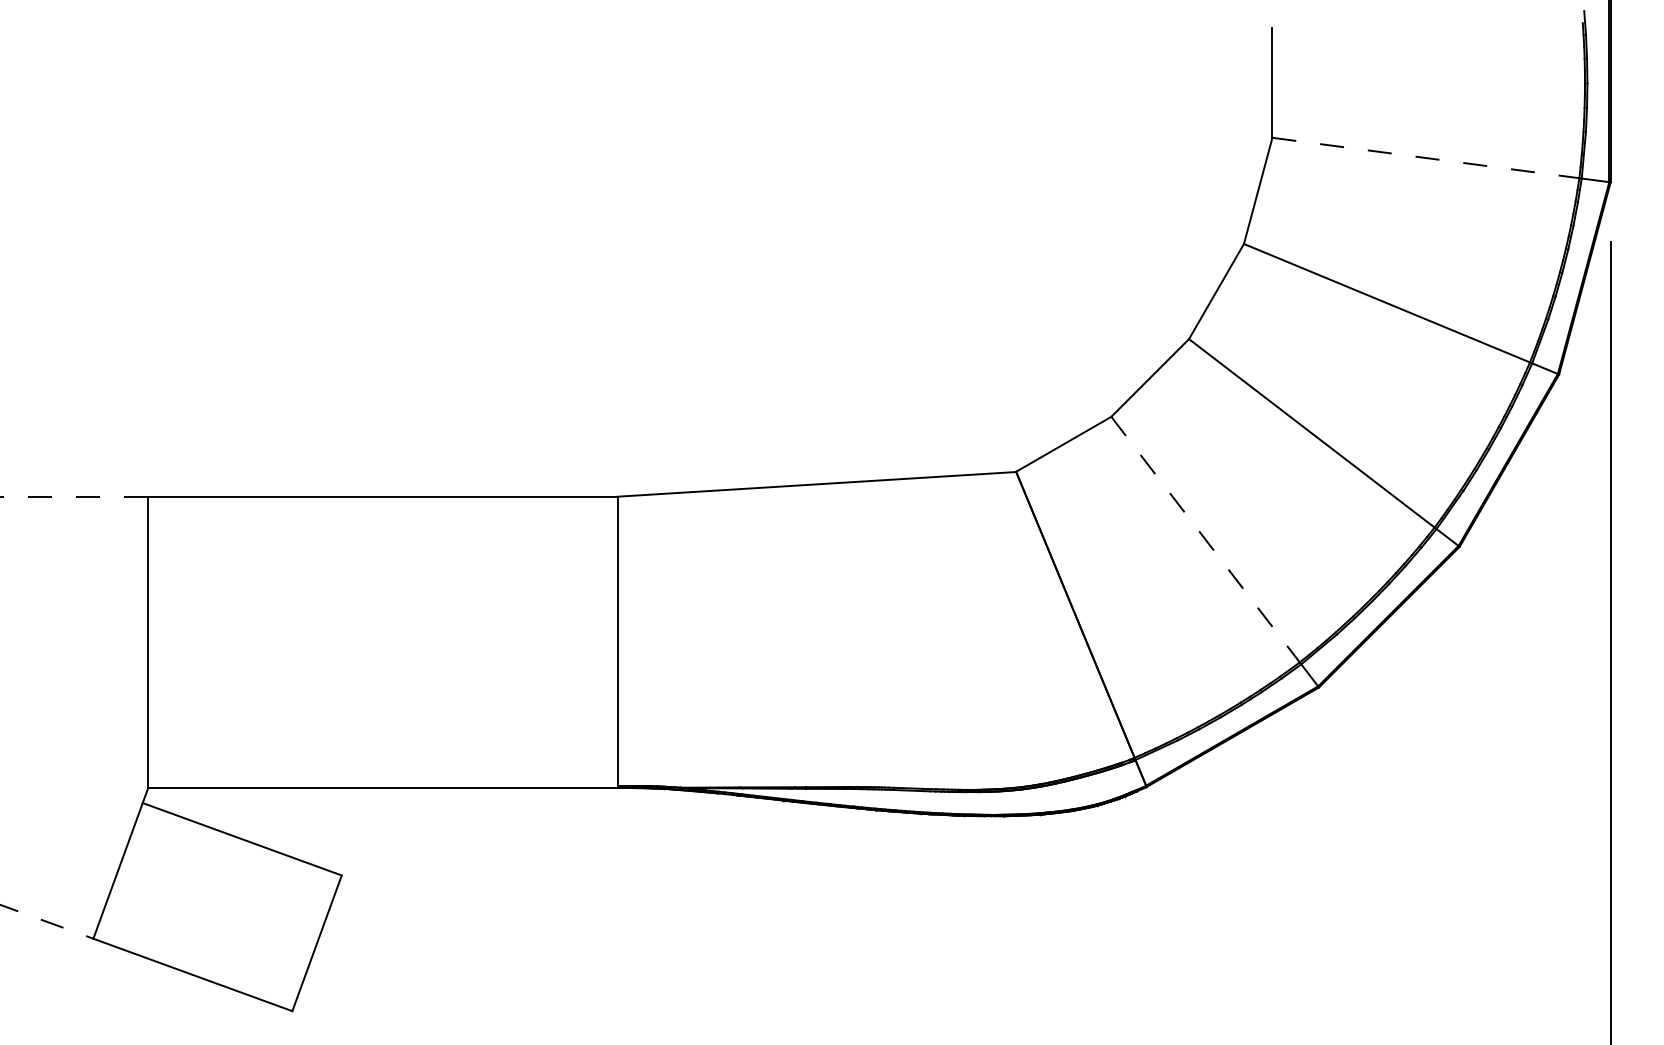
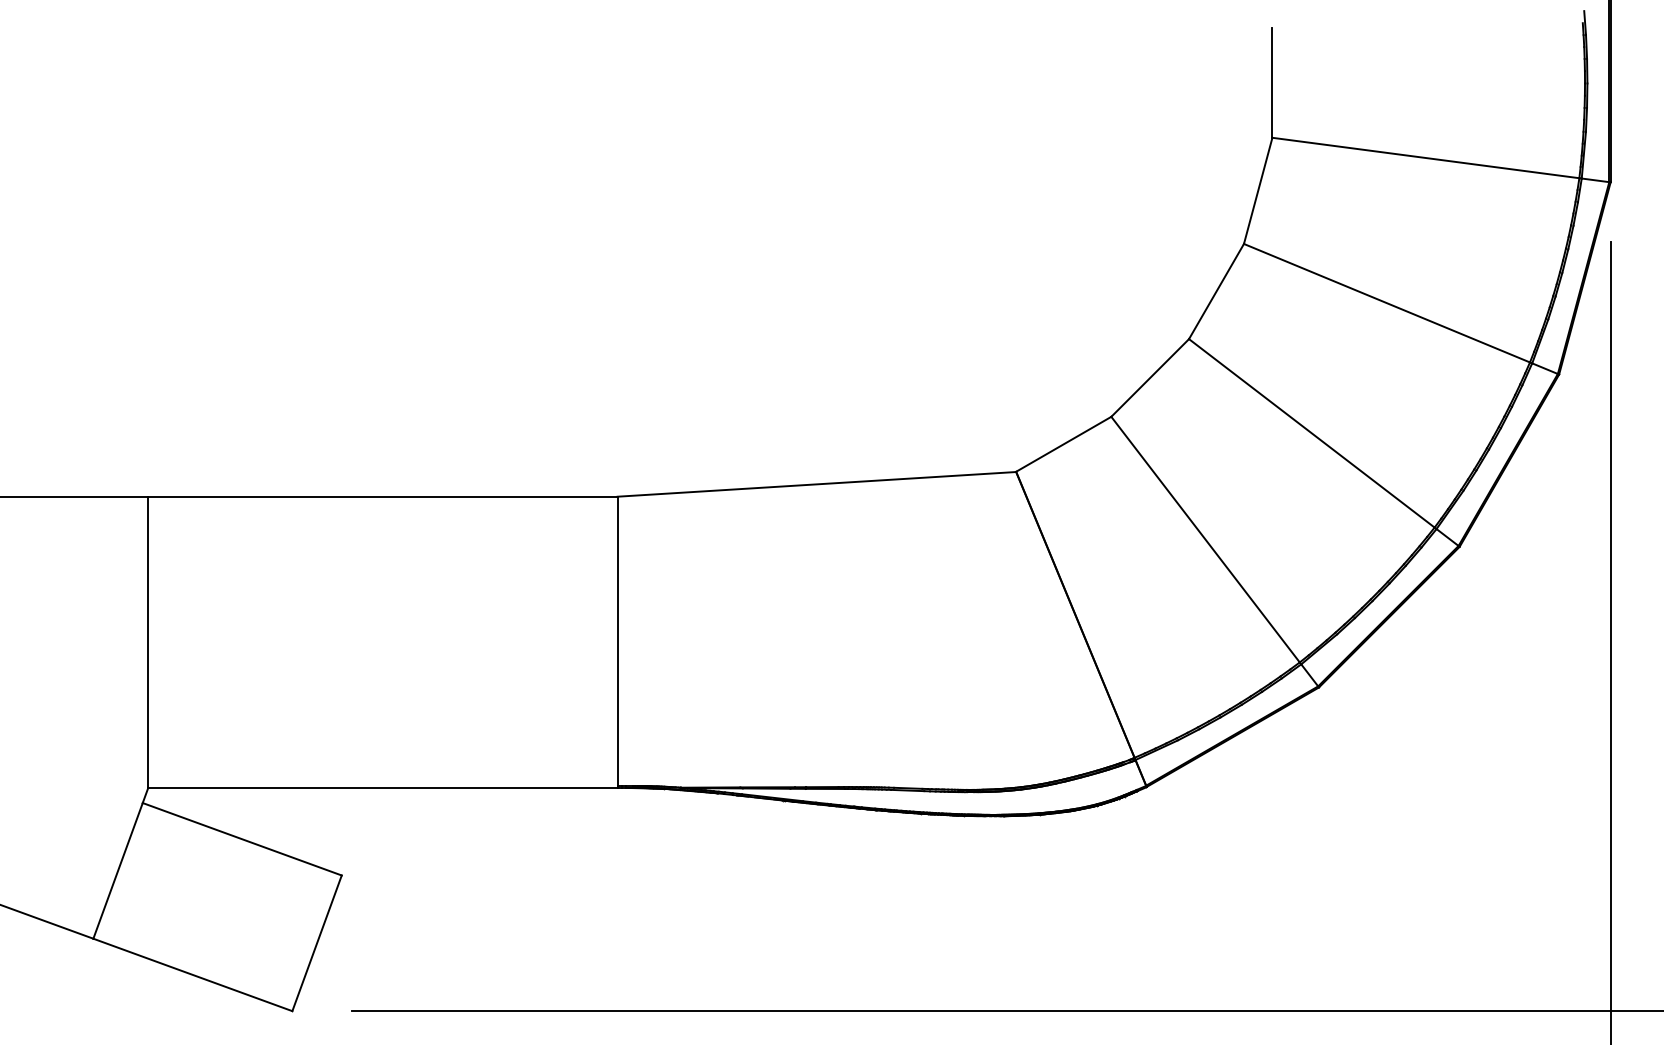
line at (1425, 158): dashed -> solid
line at (74, 496): dashed -> solid
line at (1205, 539): dashed -> solid
line at (47, 921): dashed -> solid
line at (1006, 1011): none -> present
